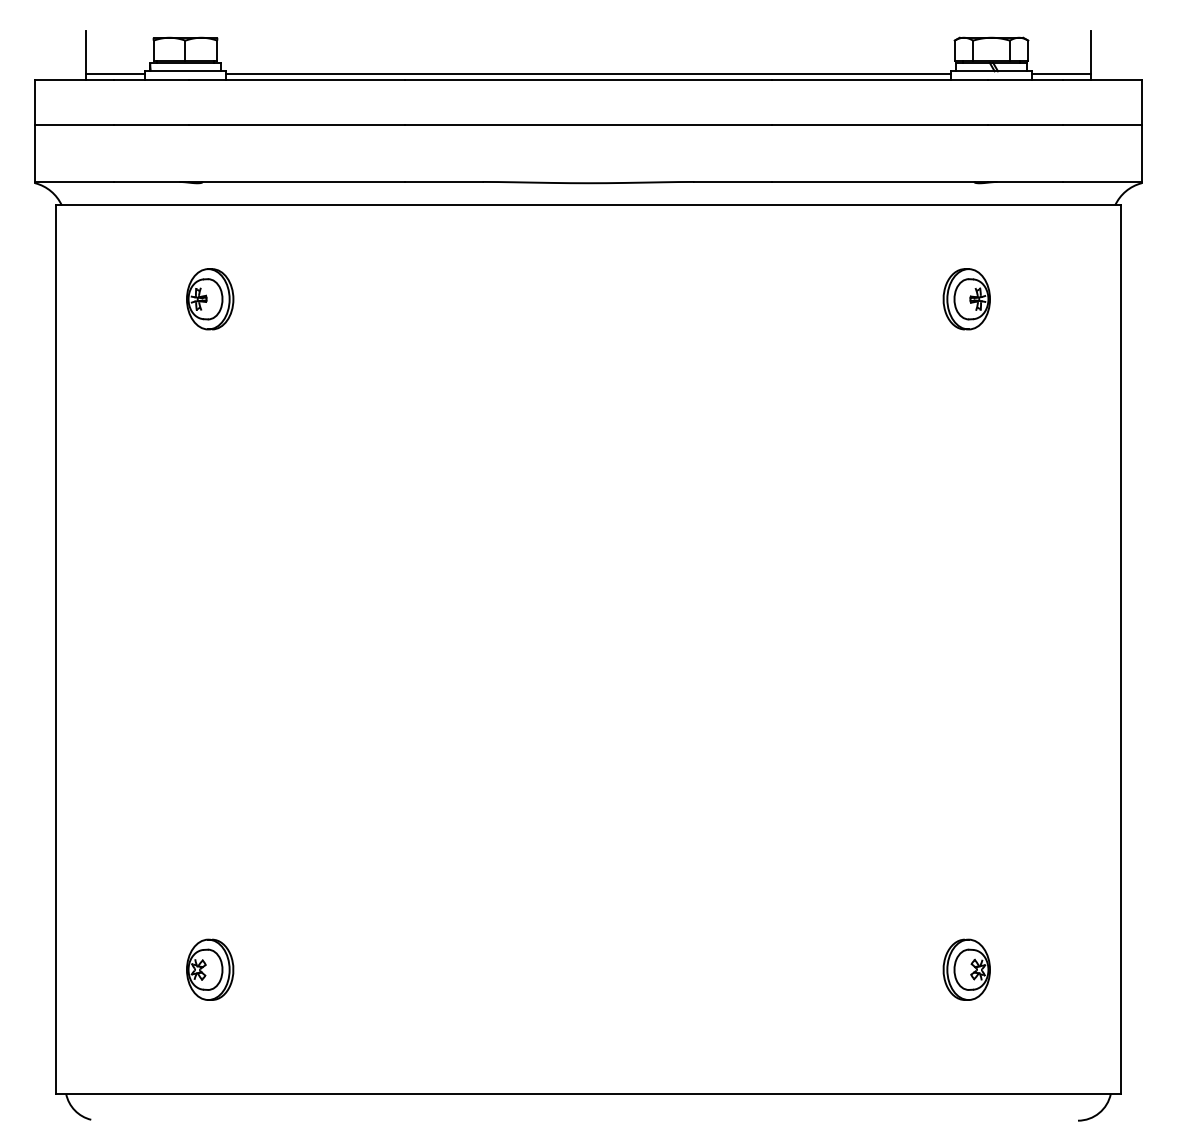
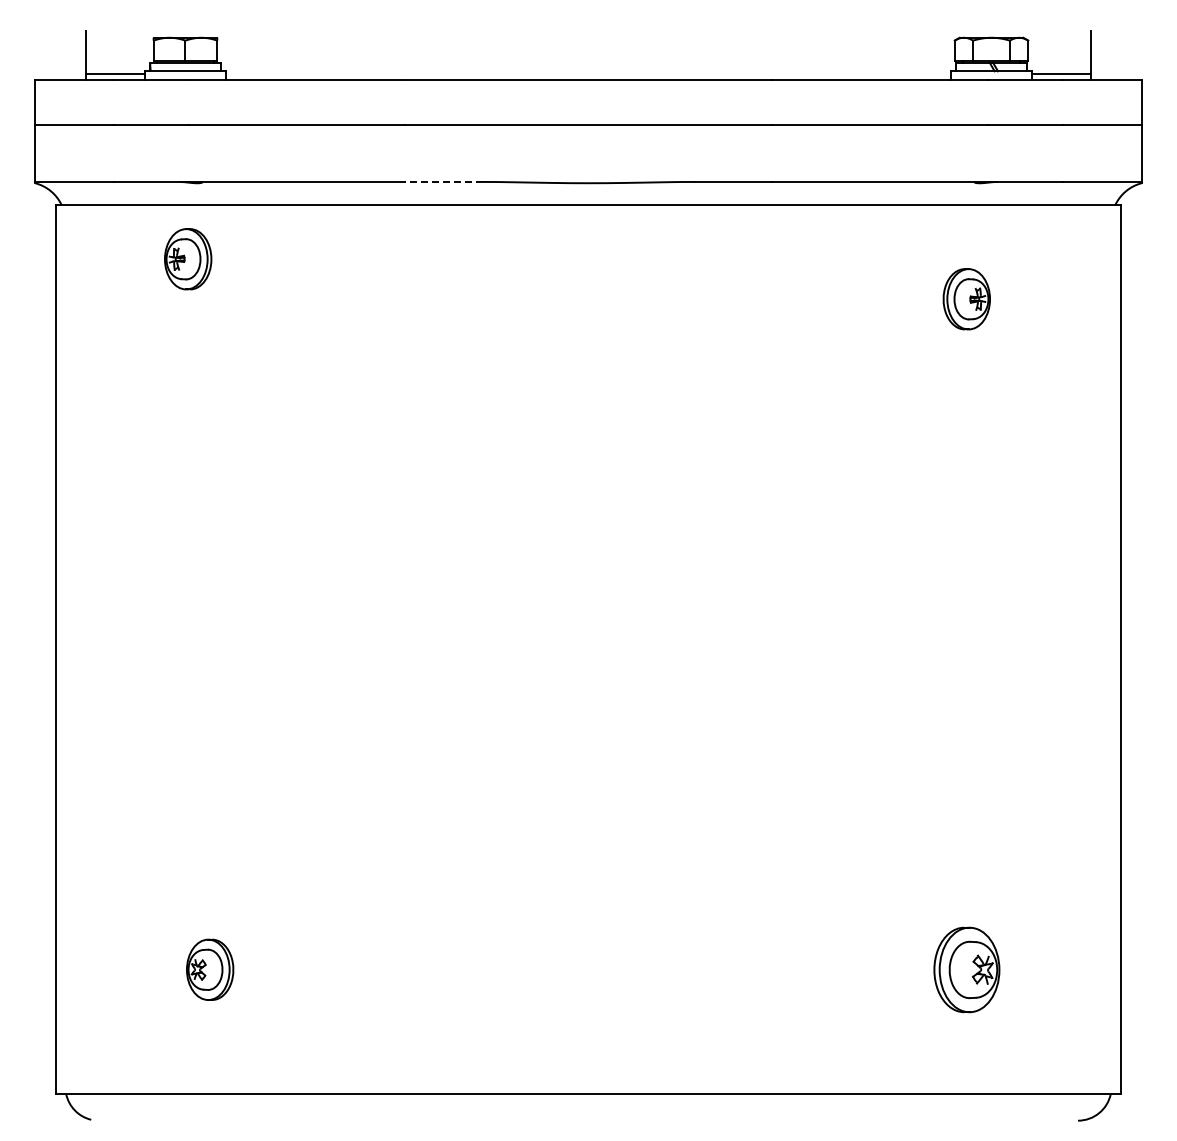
line at (588, 74): present -> none
line at (443, 181): solid -> dashed
part at (210, 299) position: (210, 299) -> (188, 259)
part at (966, 969) size: 49x63 px -> 68x88 px
